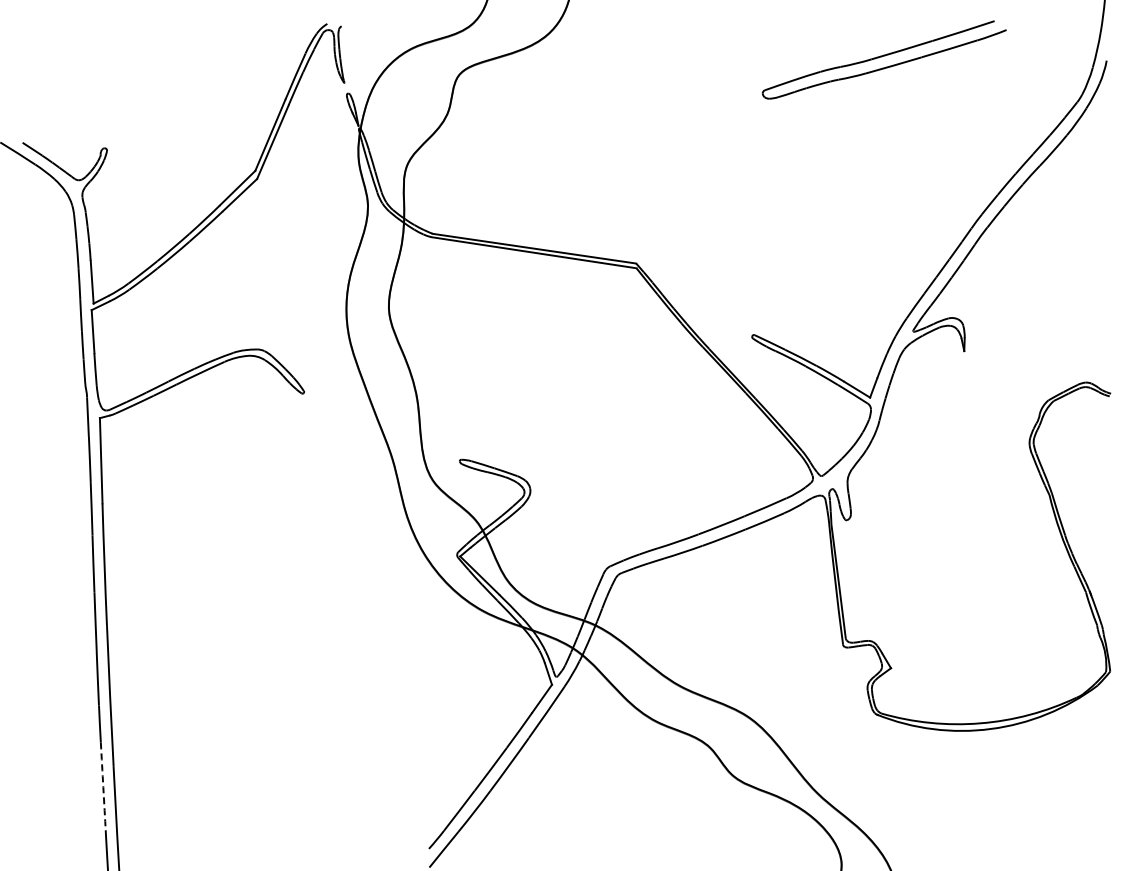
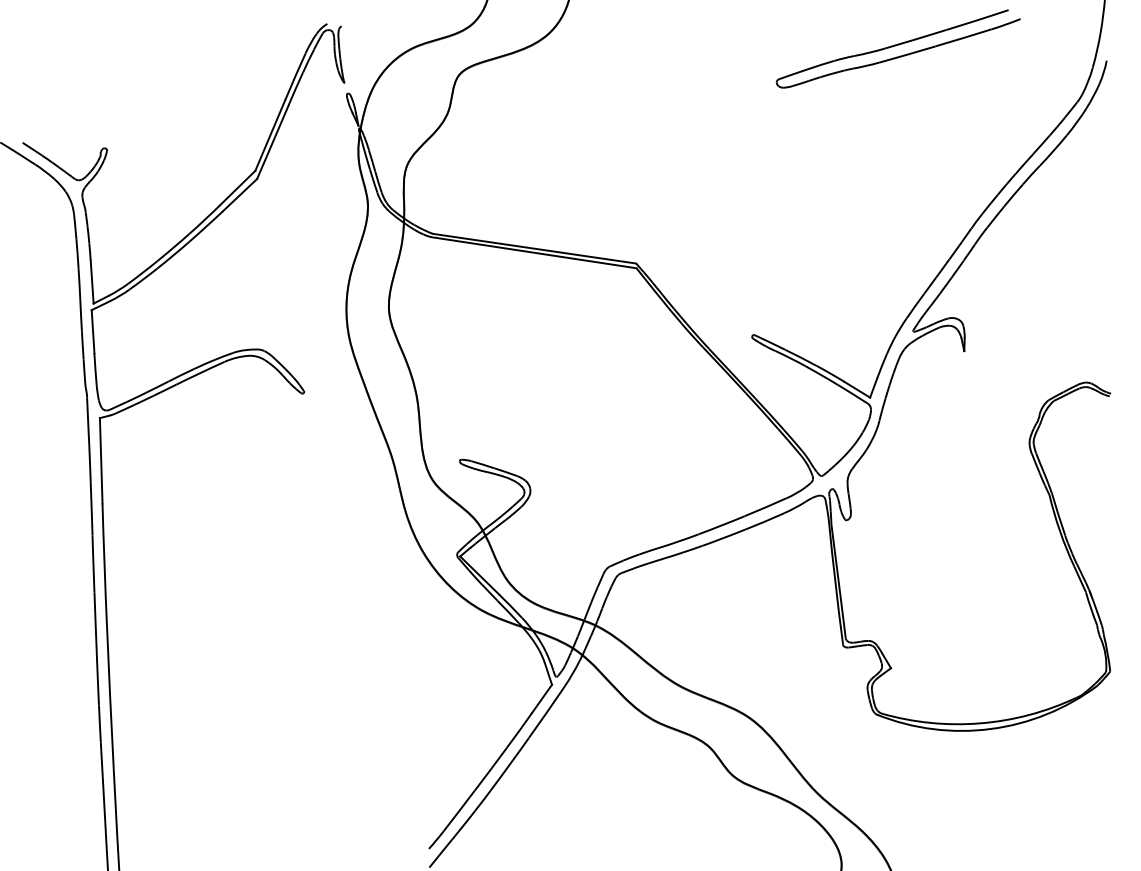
part at (883, 59) position: (883, 59) -> (897, 48)
arc at (103, 787): dashed -> solid
